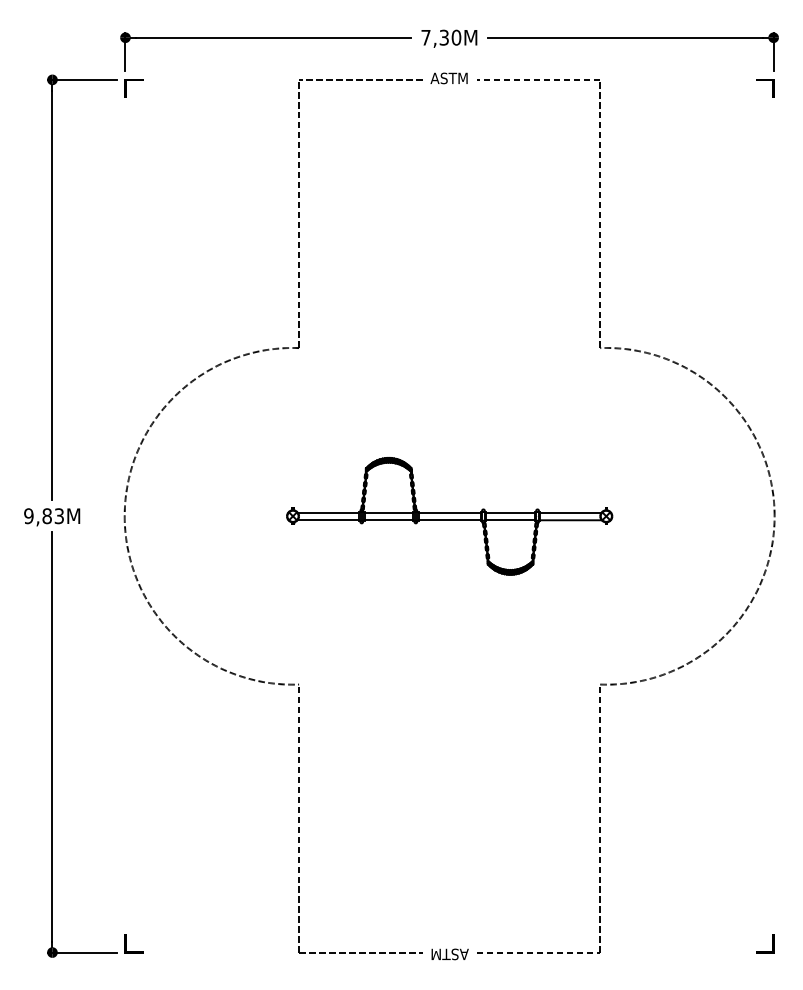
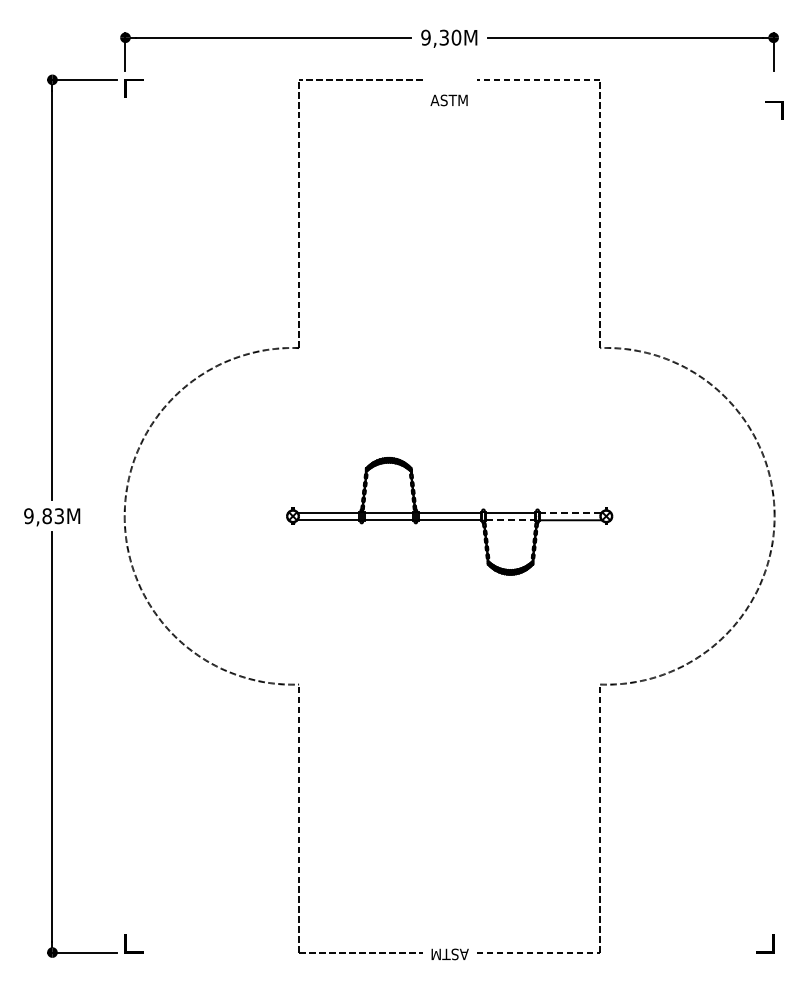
text at (425, 37): 7,30M -> 9,30M
text at (448, 78) position: (448, 78) -> (448, 100)
part at (772, 88) position: (772, 88) -> (781, 110)
line at (570, 512): solid -> dashed
line at (511, 520): solid -> dashed
